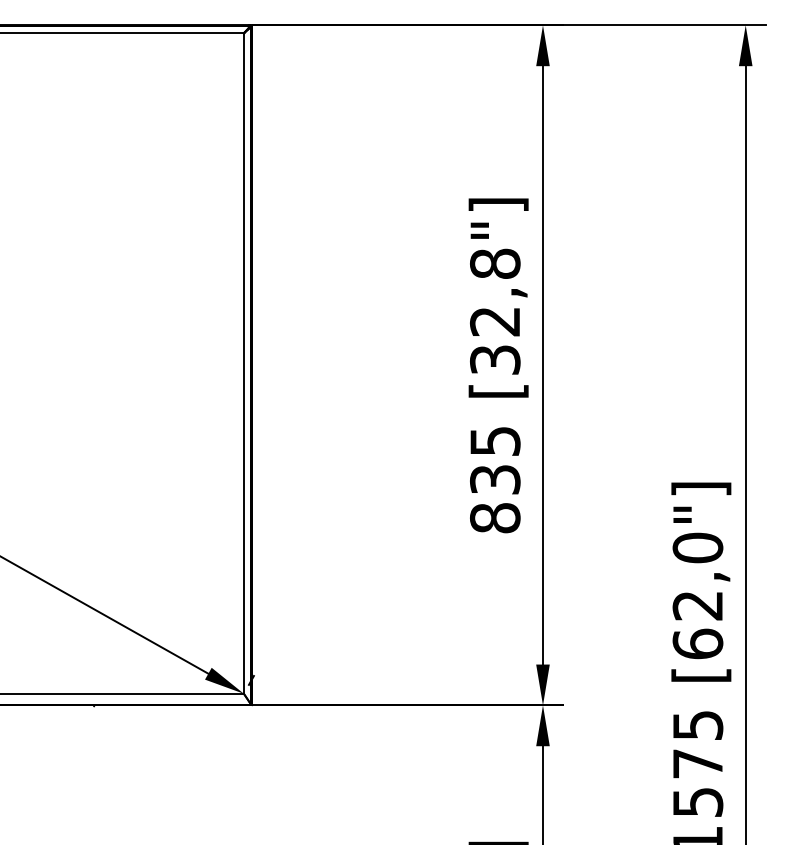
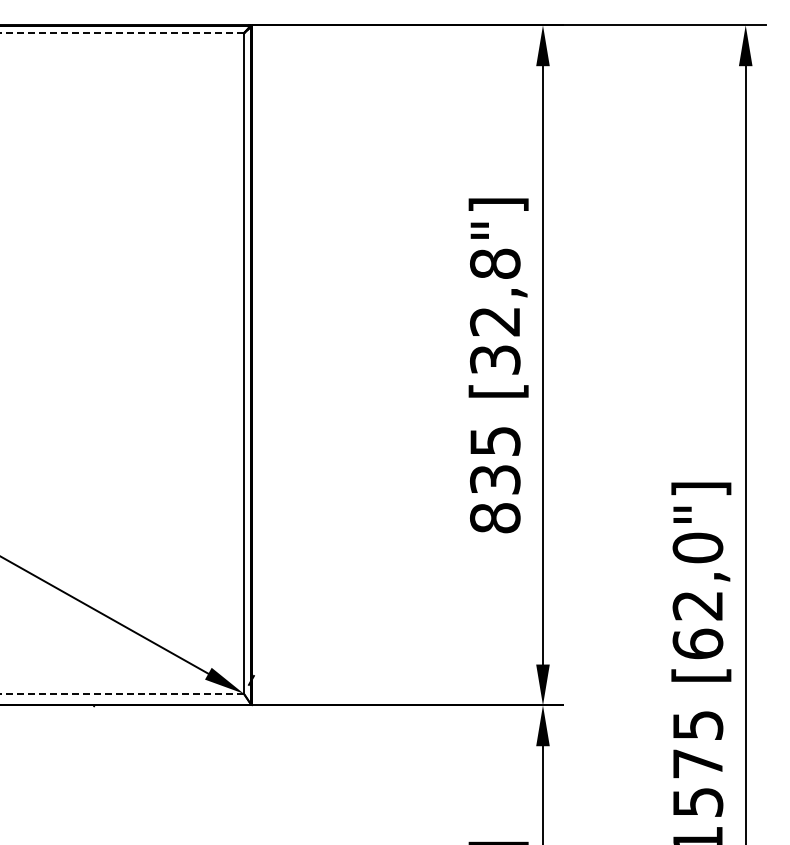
line at (121, 33): solid -> dashed
line at (121, 693): solid -> dashed
